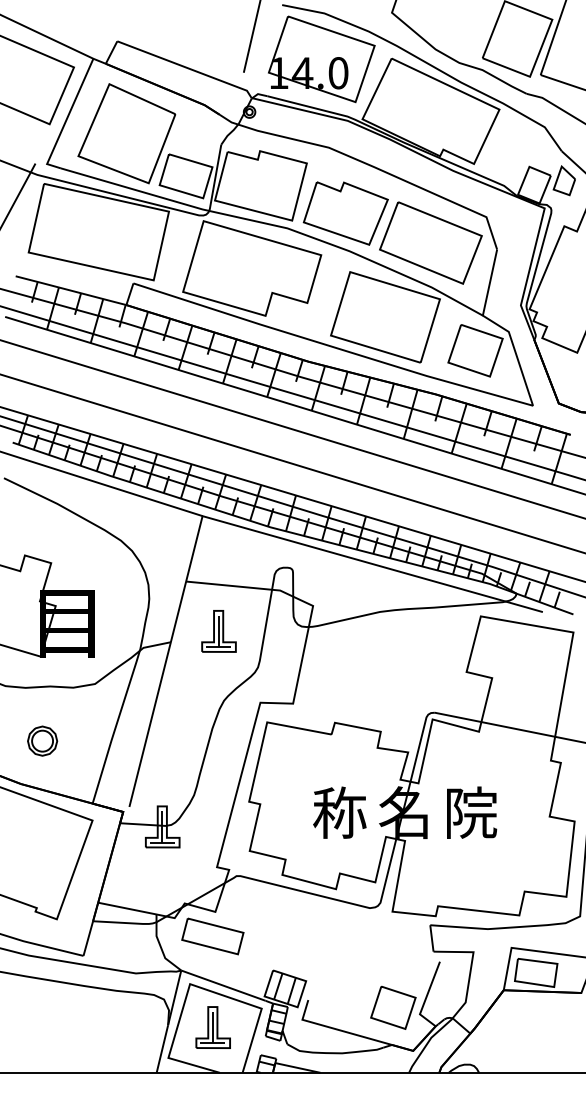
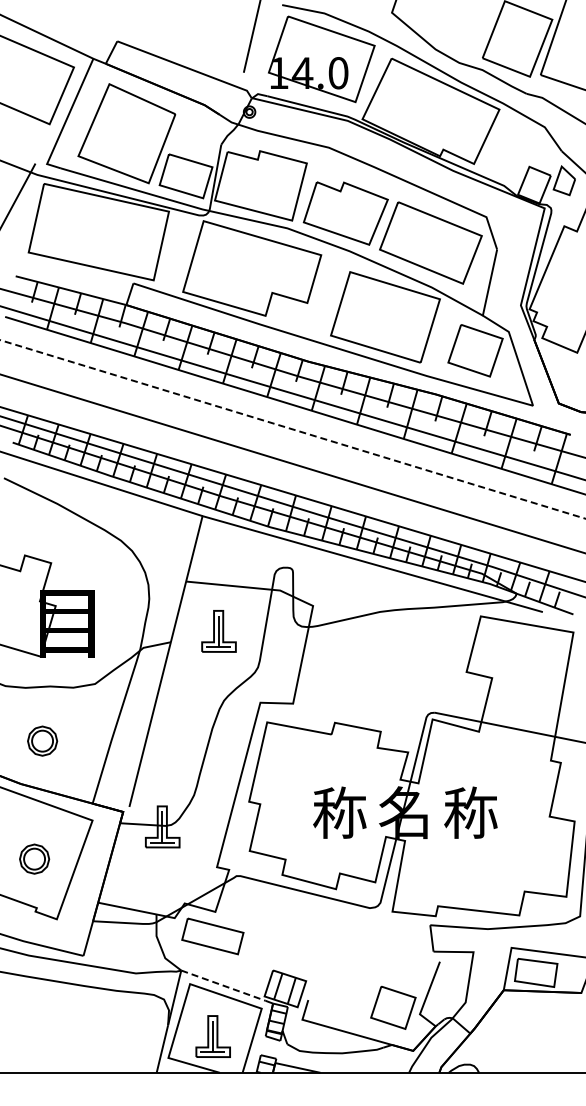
line at (293, 429): solid -> dashed
text at (470, 812): 院 -> 称
part at (34, 858): none -> present
line at (223, 985): solid -> dashed
part at (212, 1027) position: (212, 1027) -> (212, 1036)
